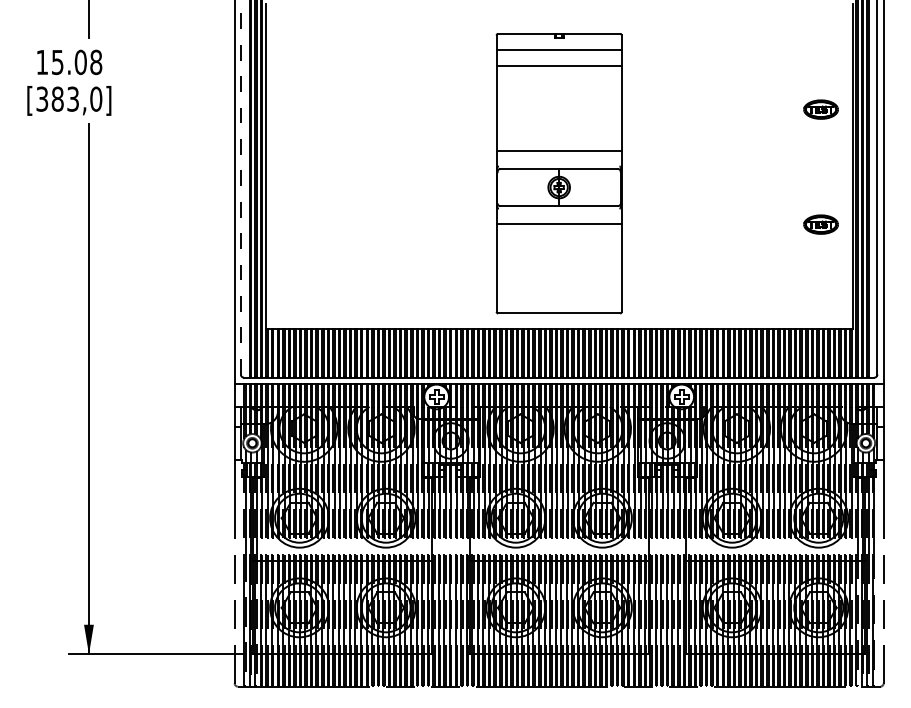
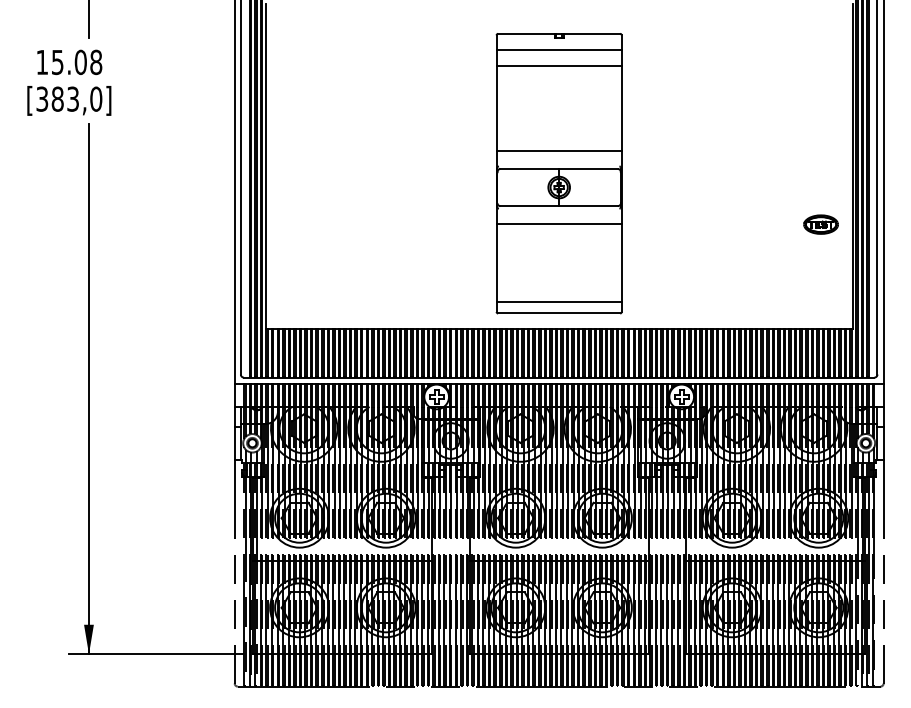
part at (820, 109): present -> none
line at (240, 187): dashed -> solid
line at (558, 301): none -> present
